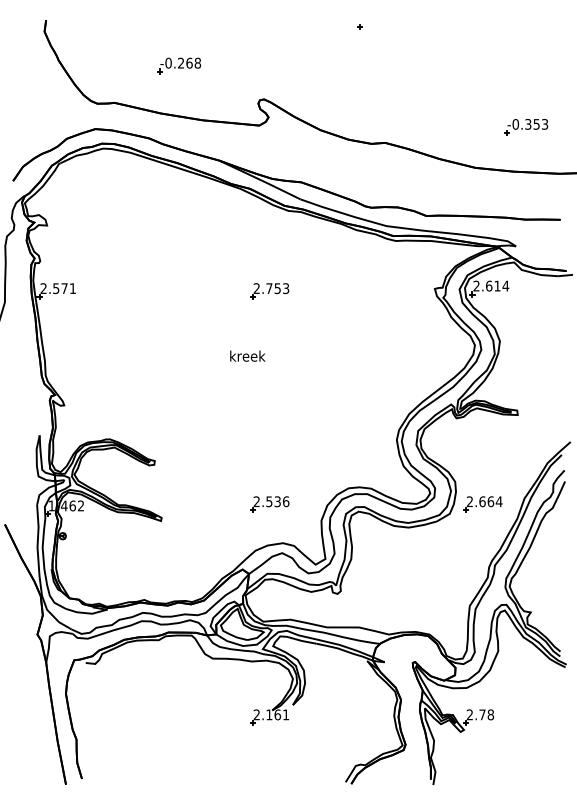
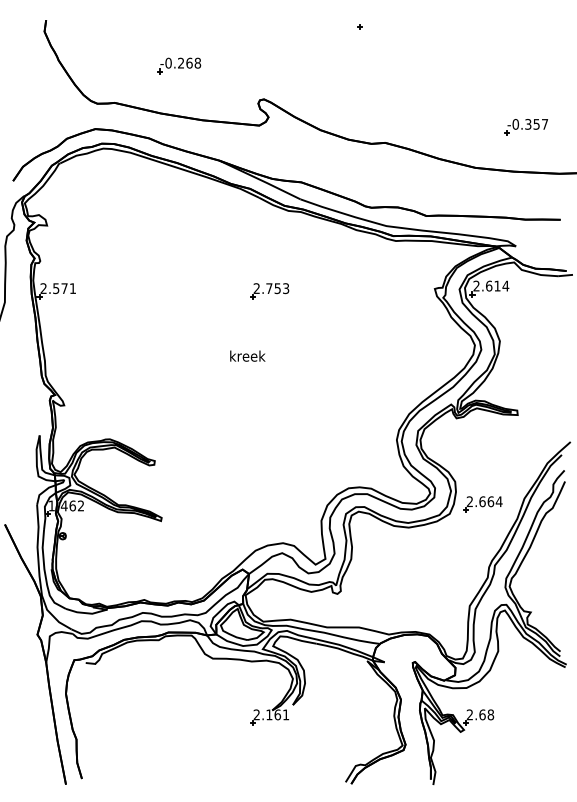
text at (544, 124): -0.353 -> -0.357
part at (269, 504): present -> none
text at (482, 714): 2.78 -> 2.68
